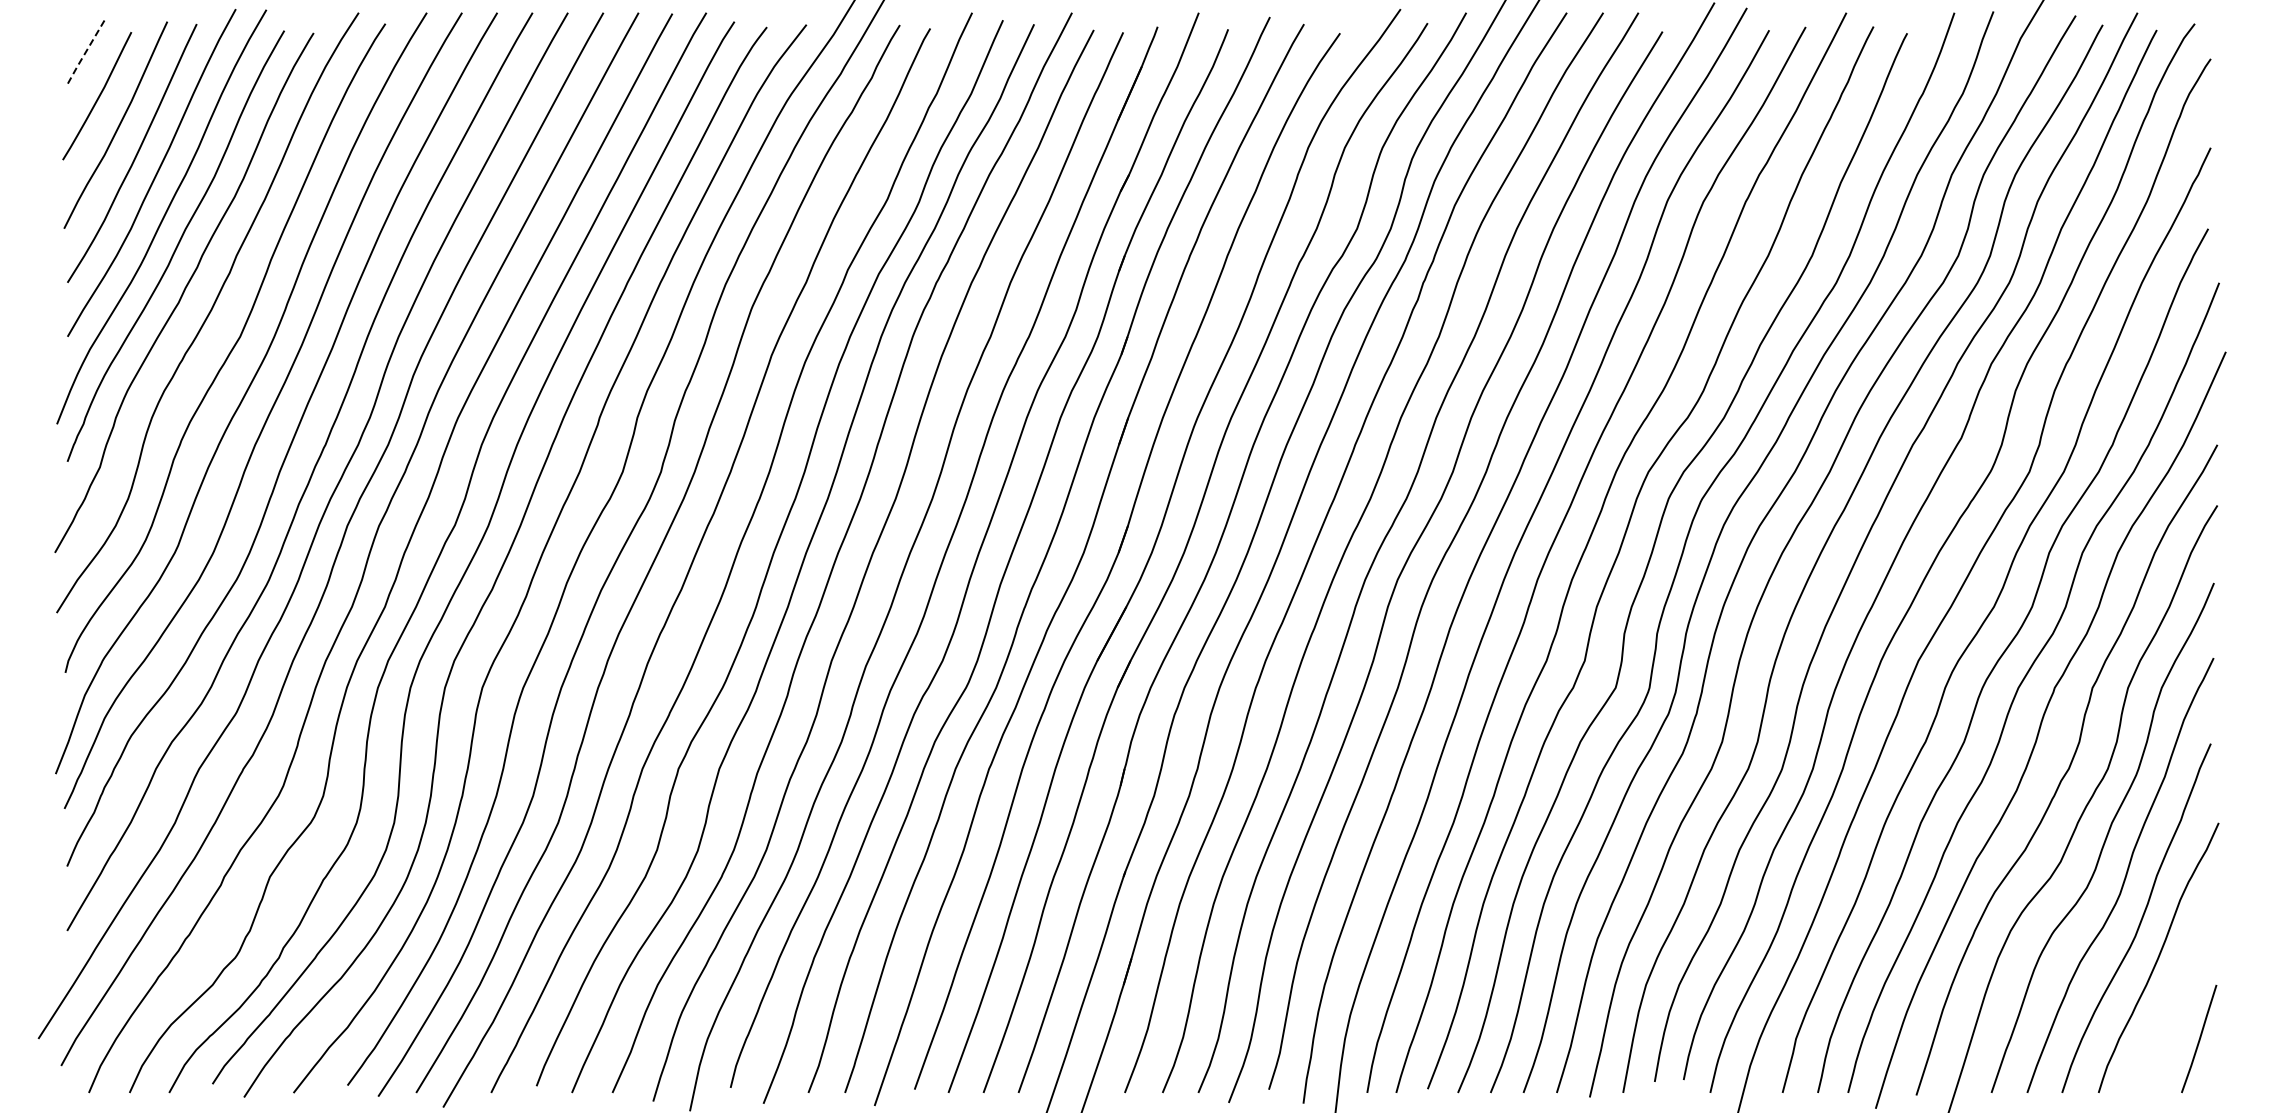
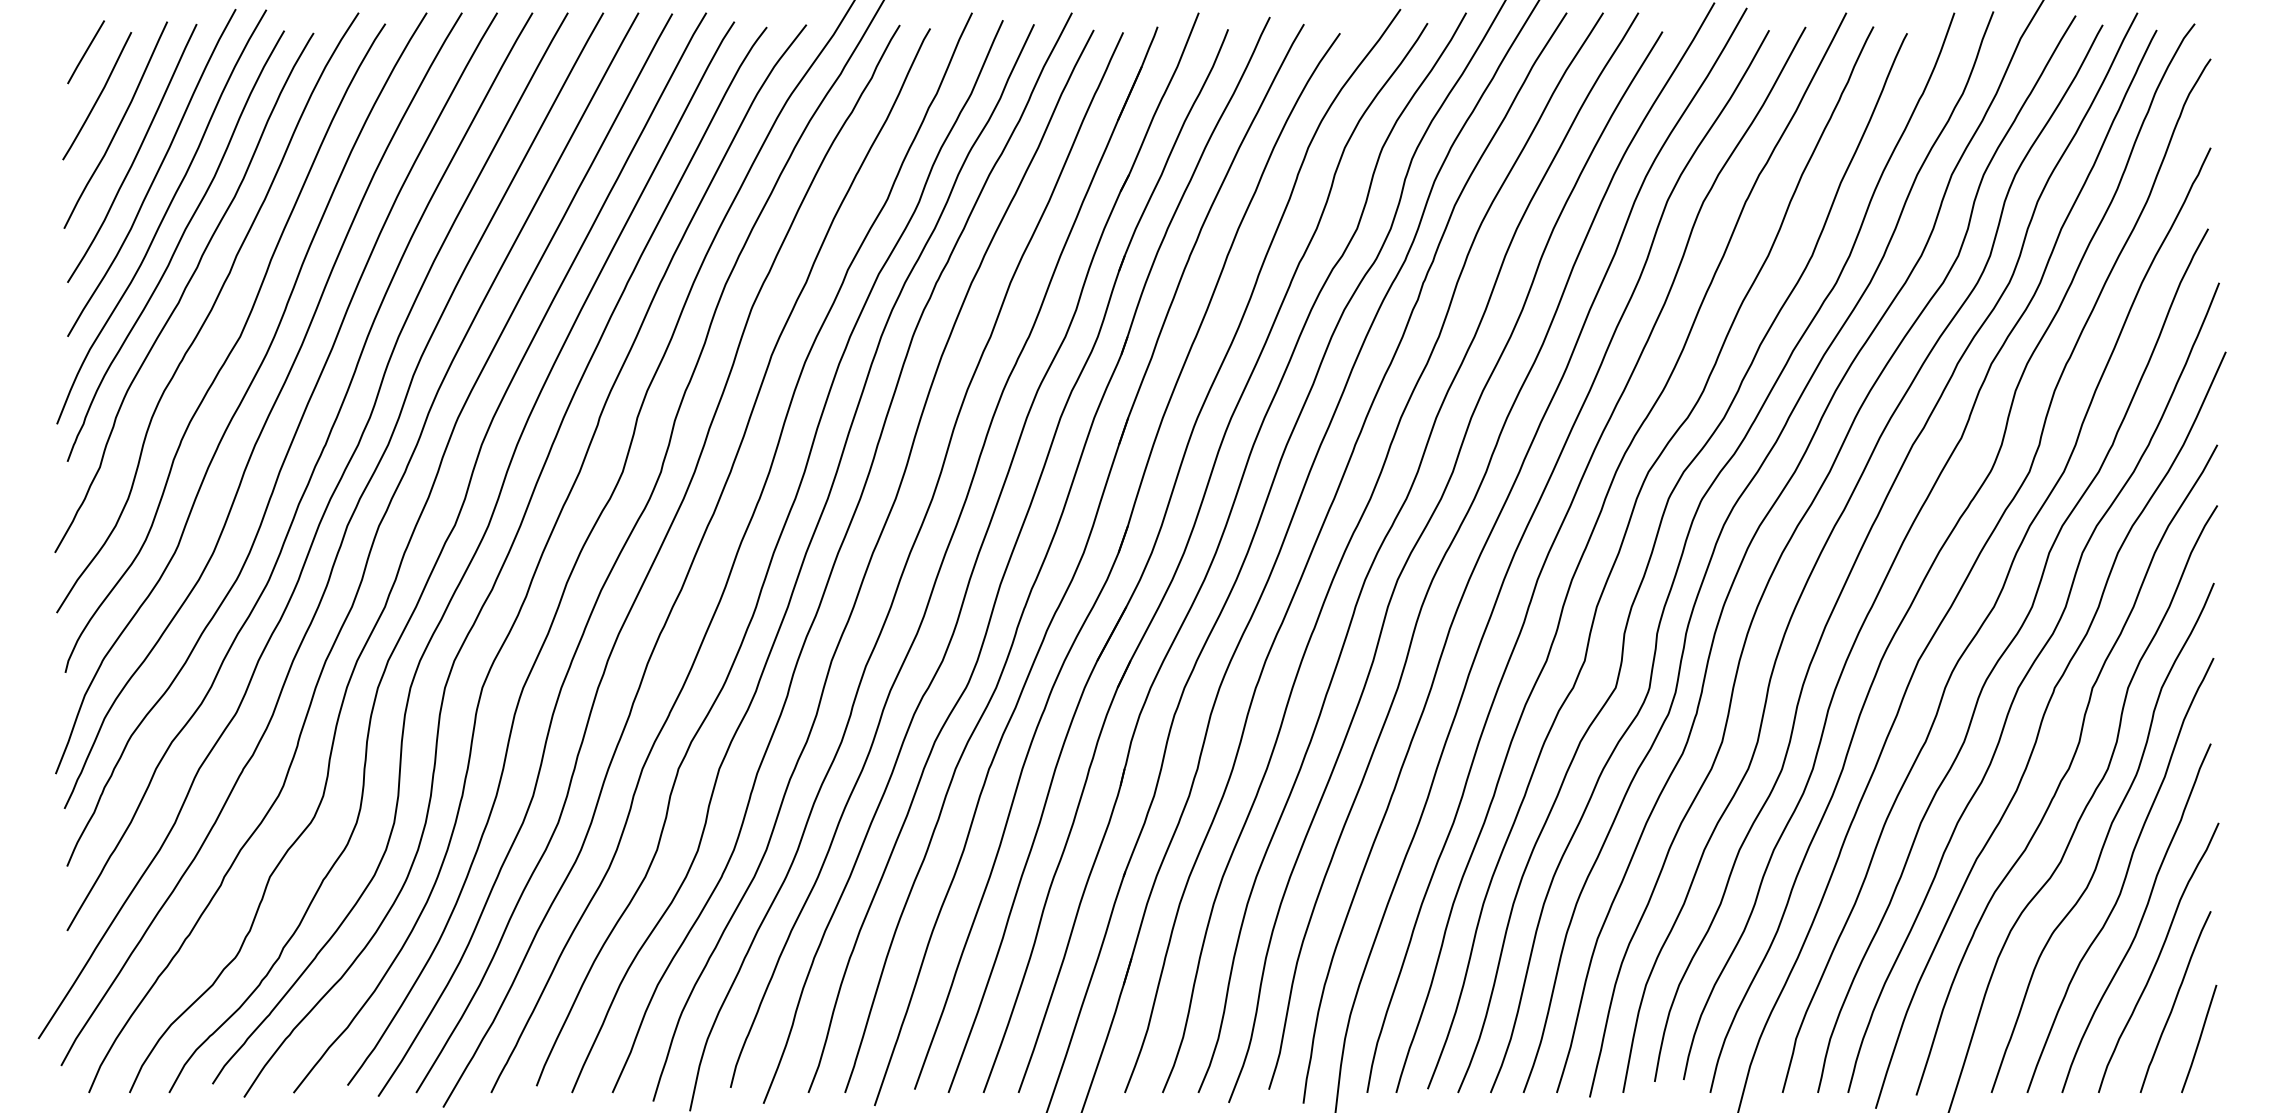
line at (85, 53): dashed -> solid
curve at (2175, 1001): none -> present
